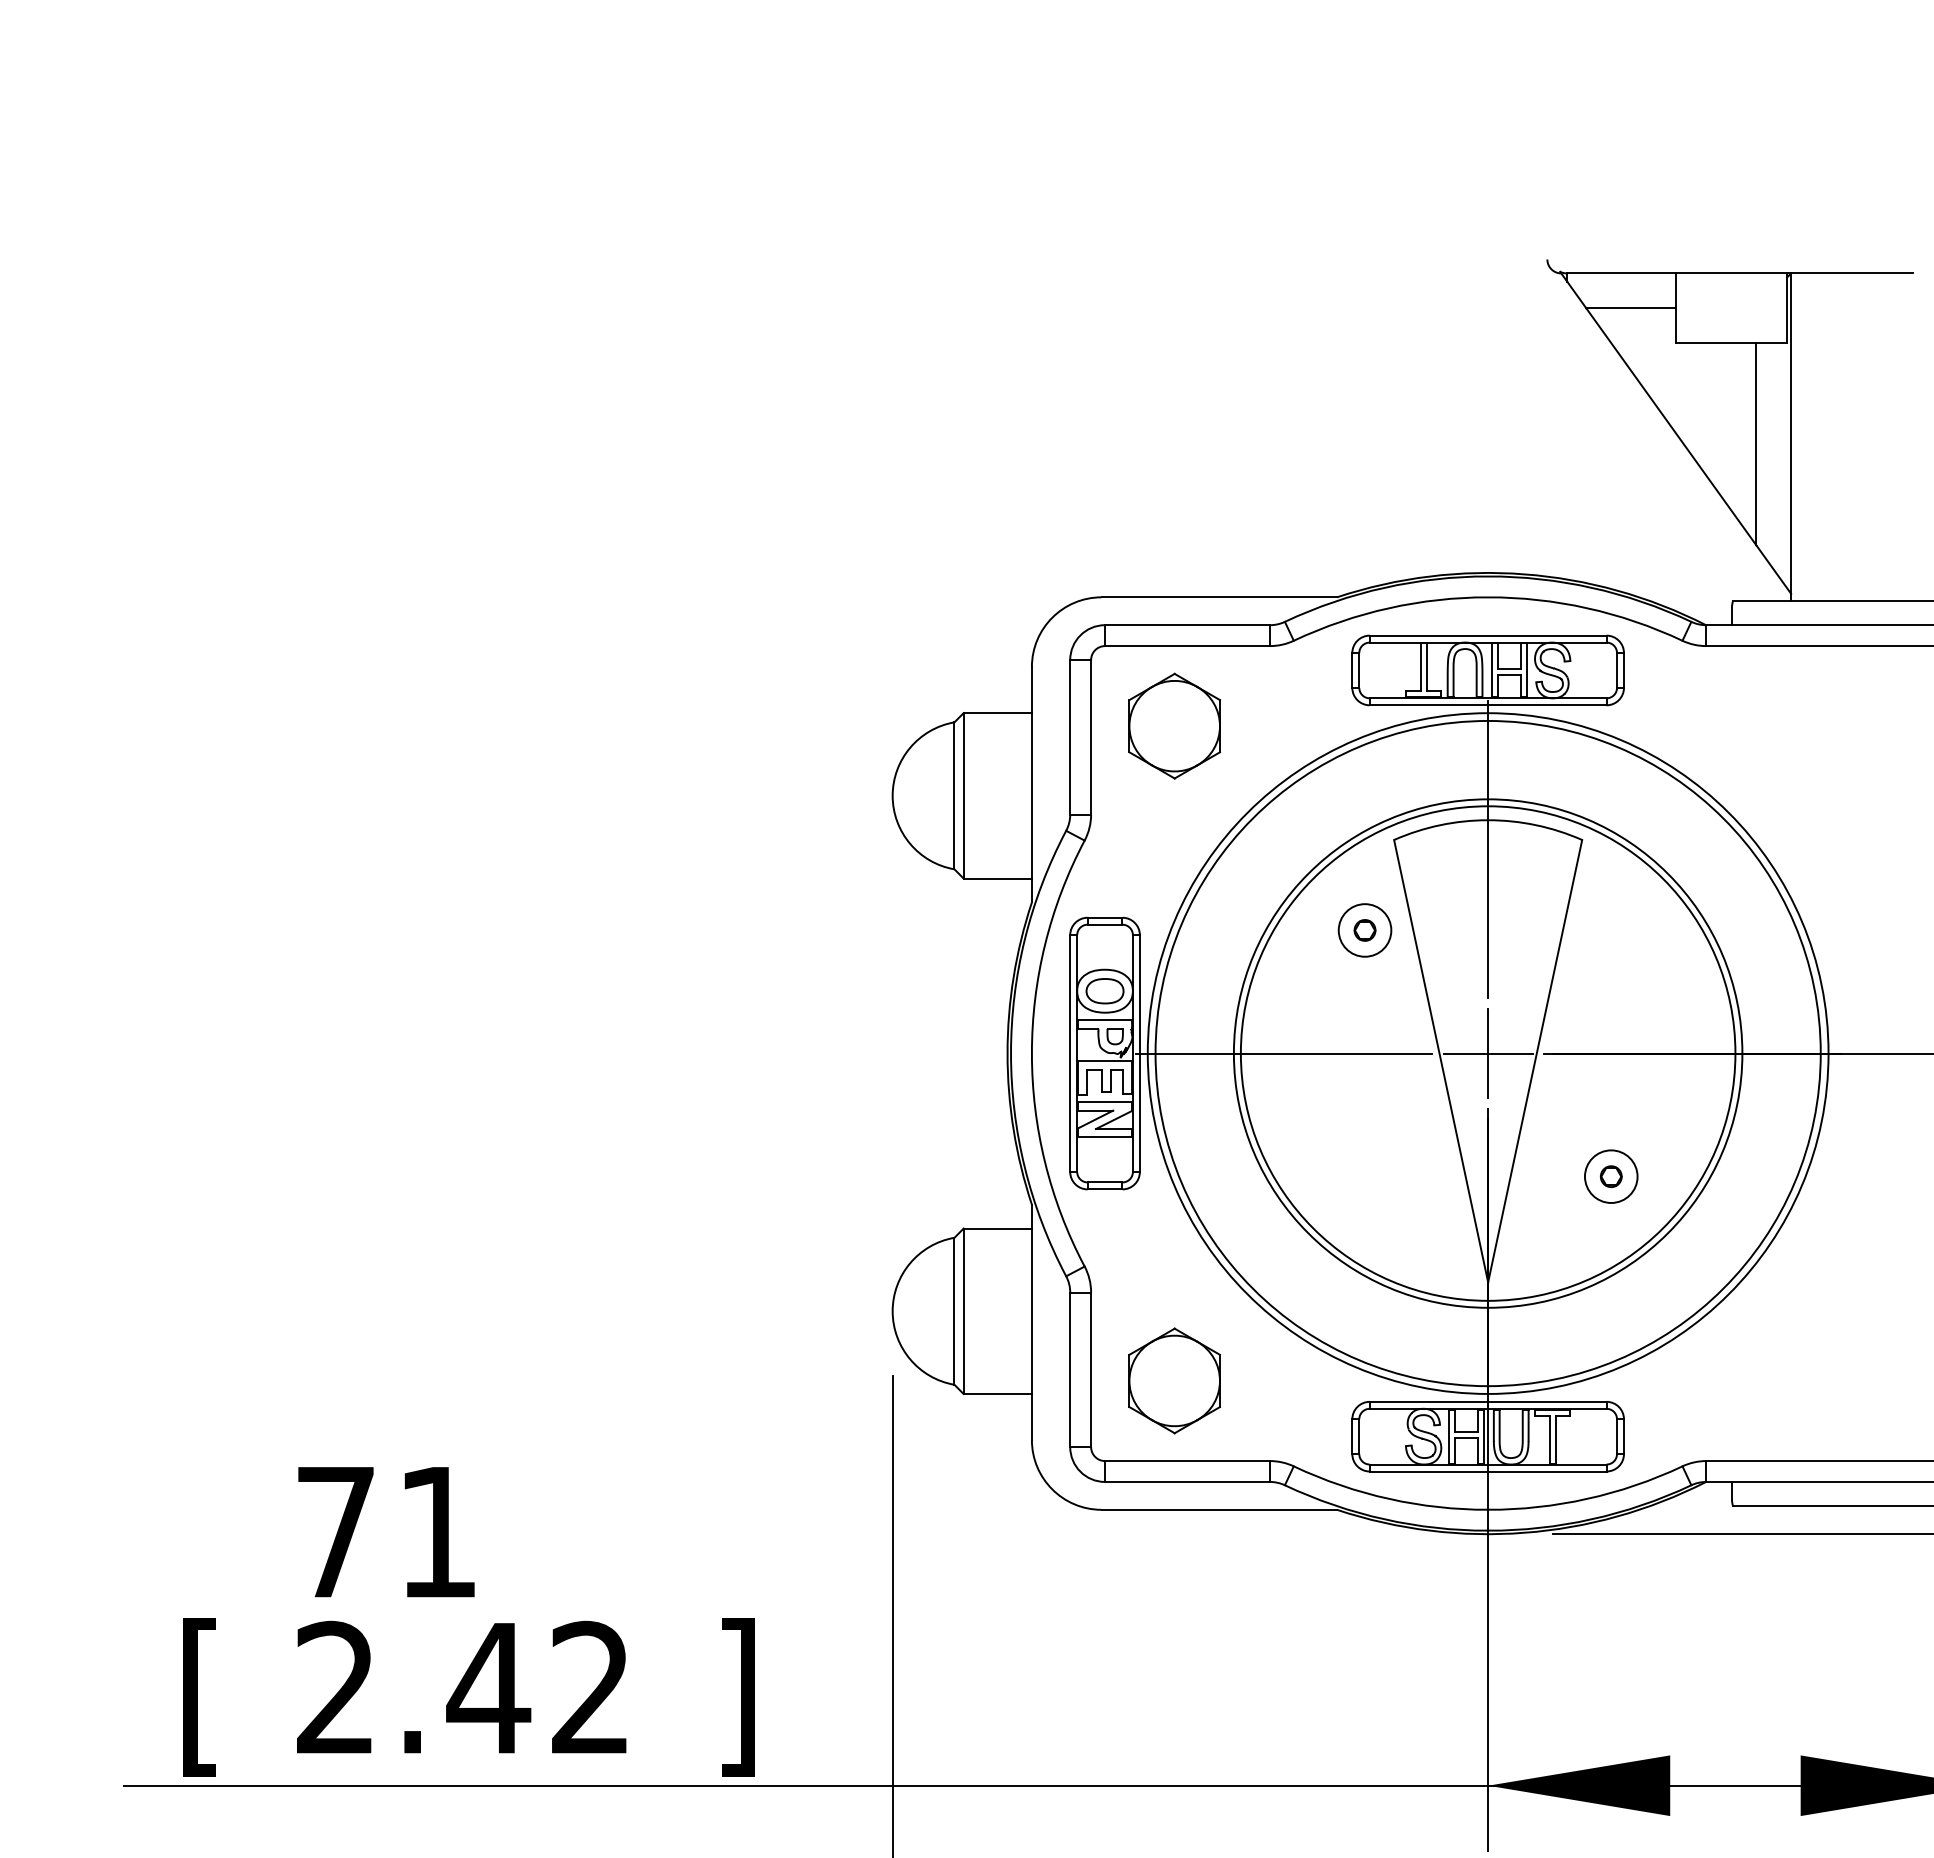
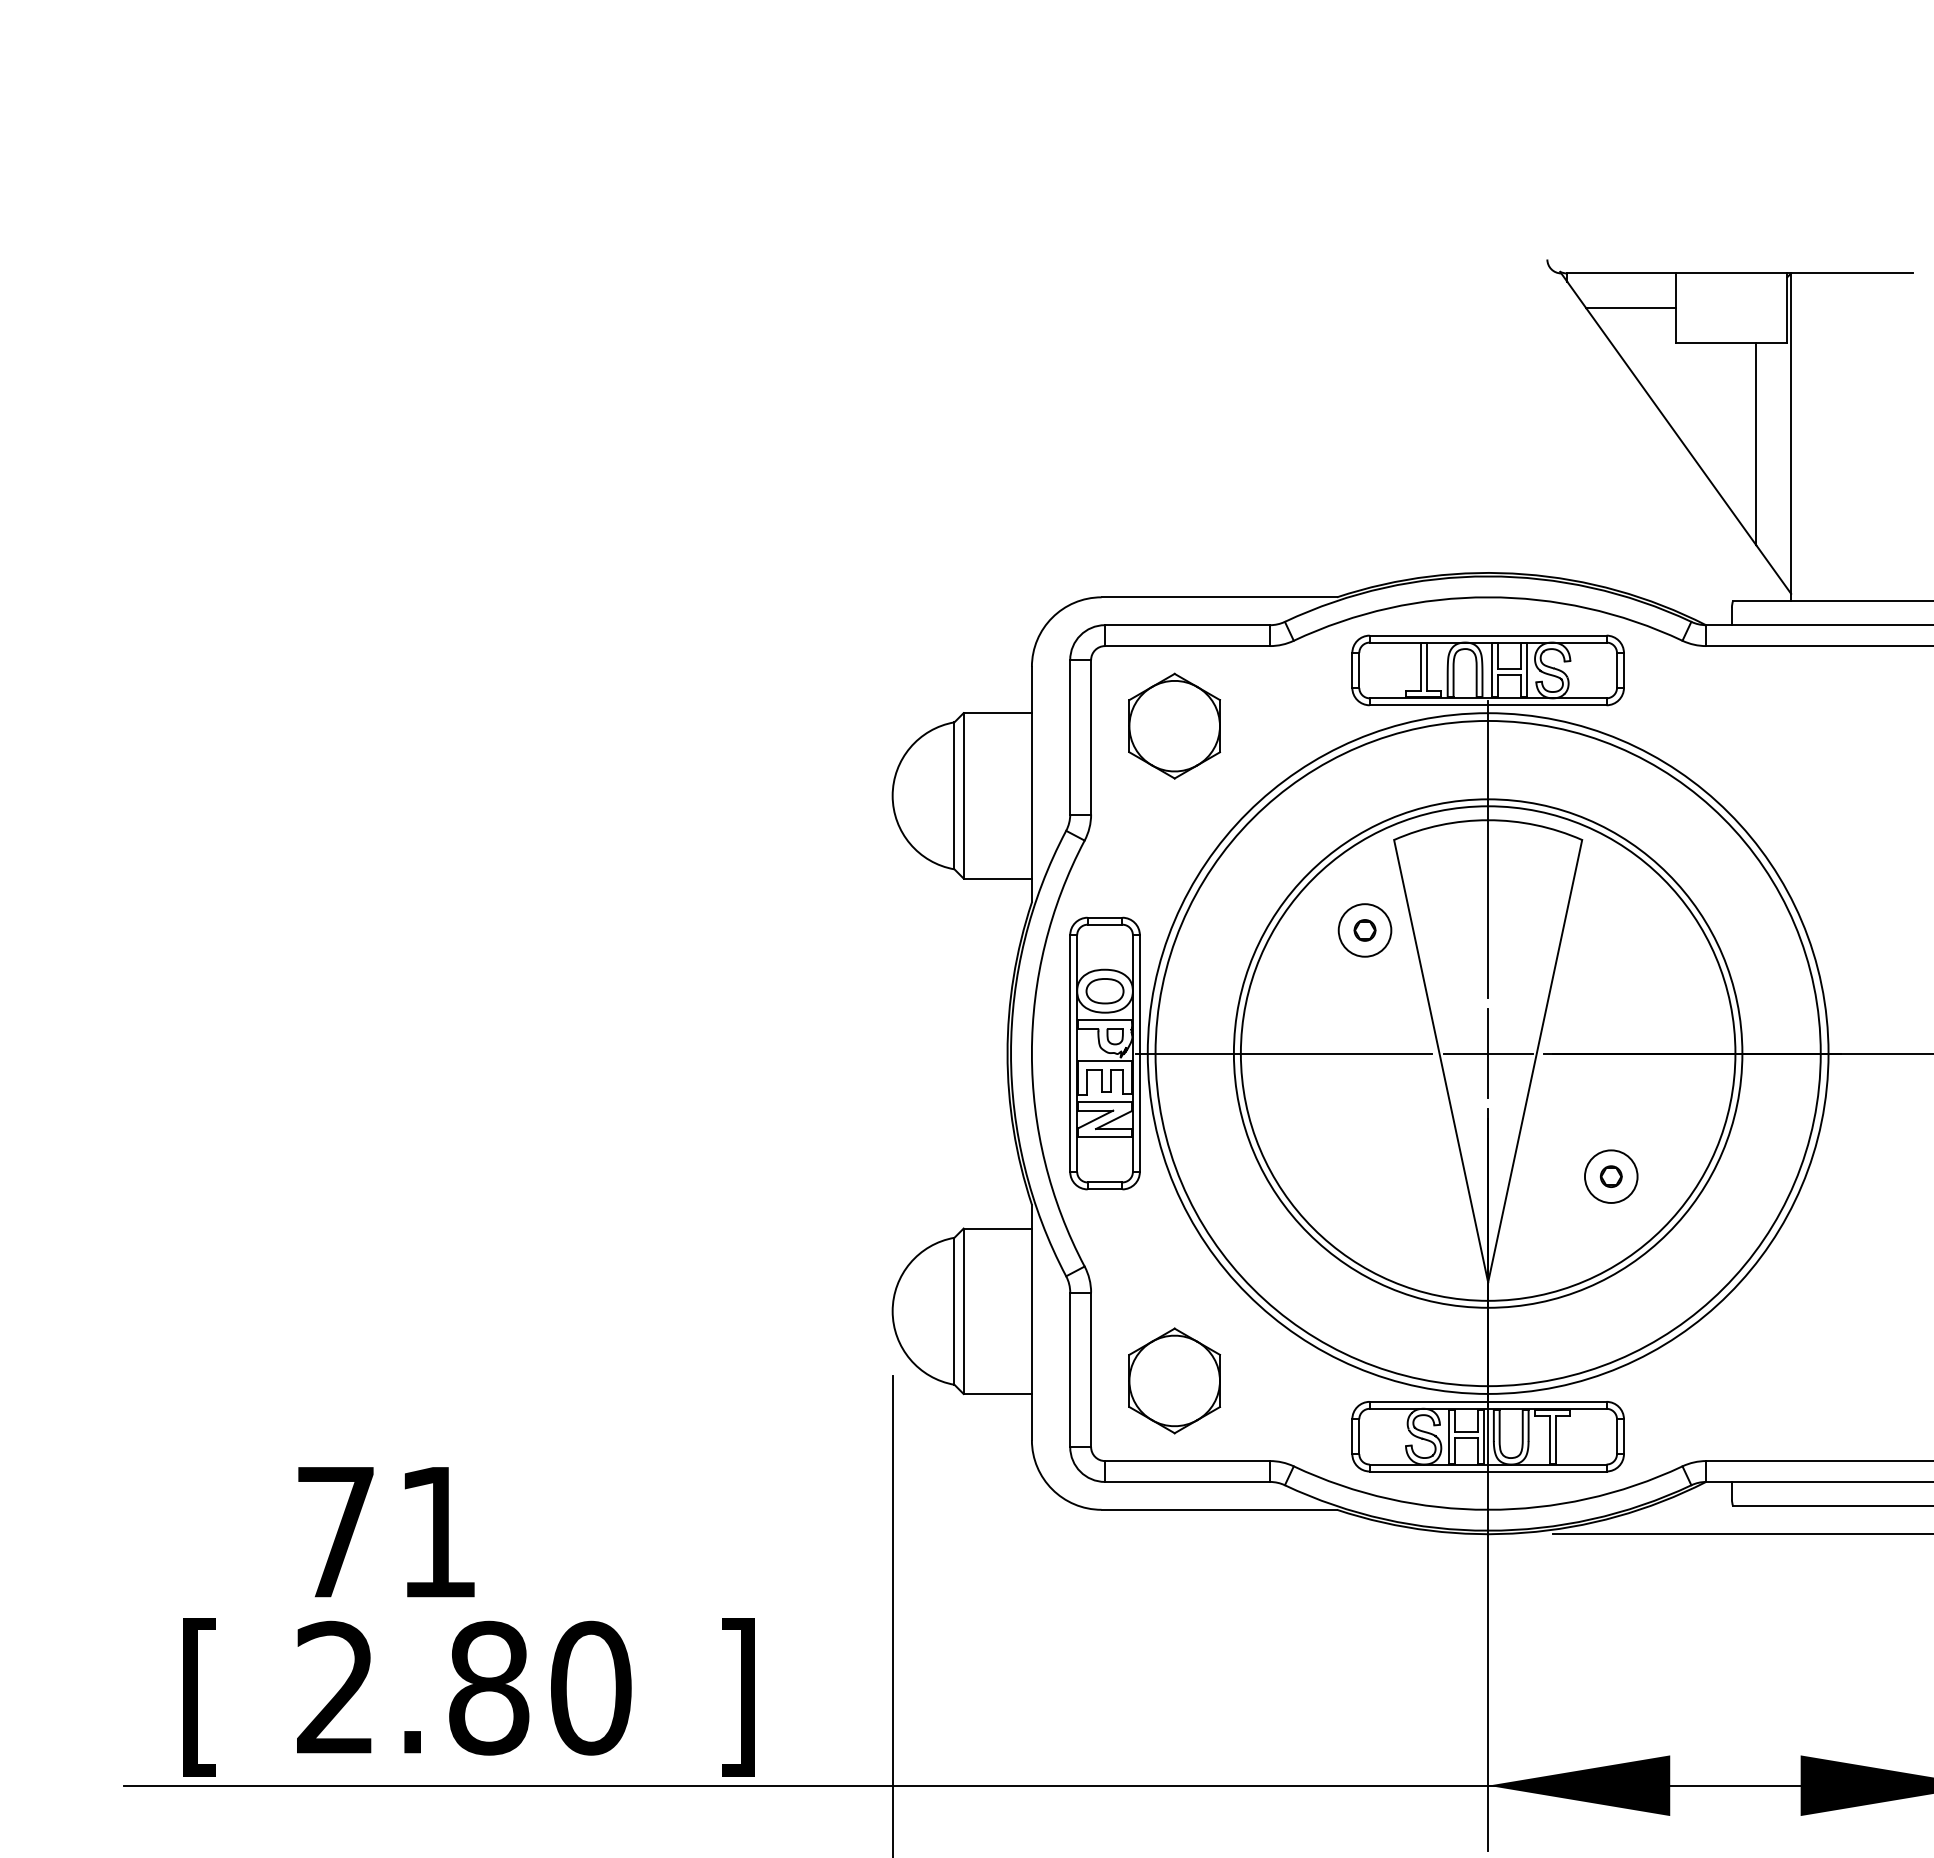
text at (538, 1687): 2.42 -> 2.80
